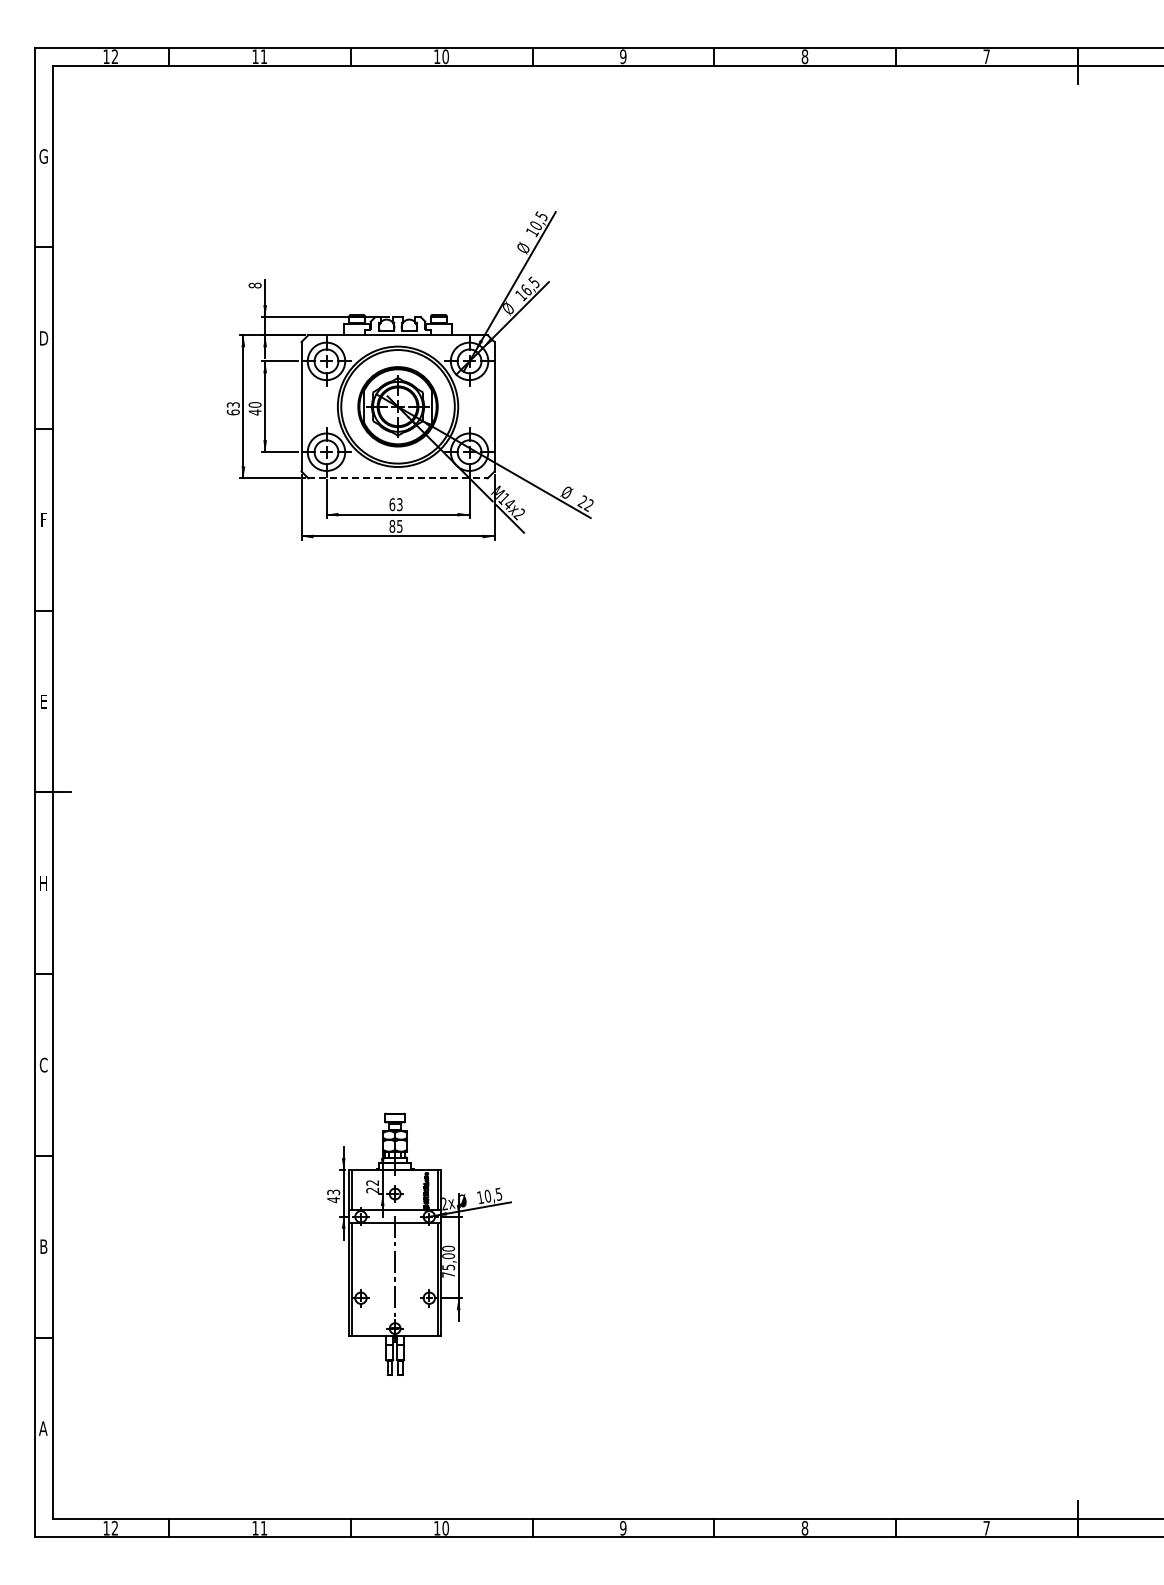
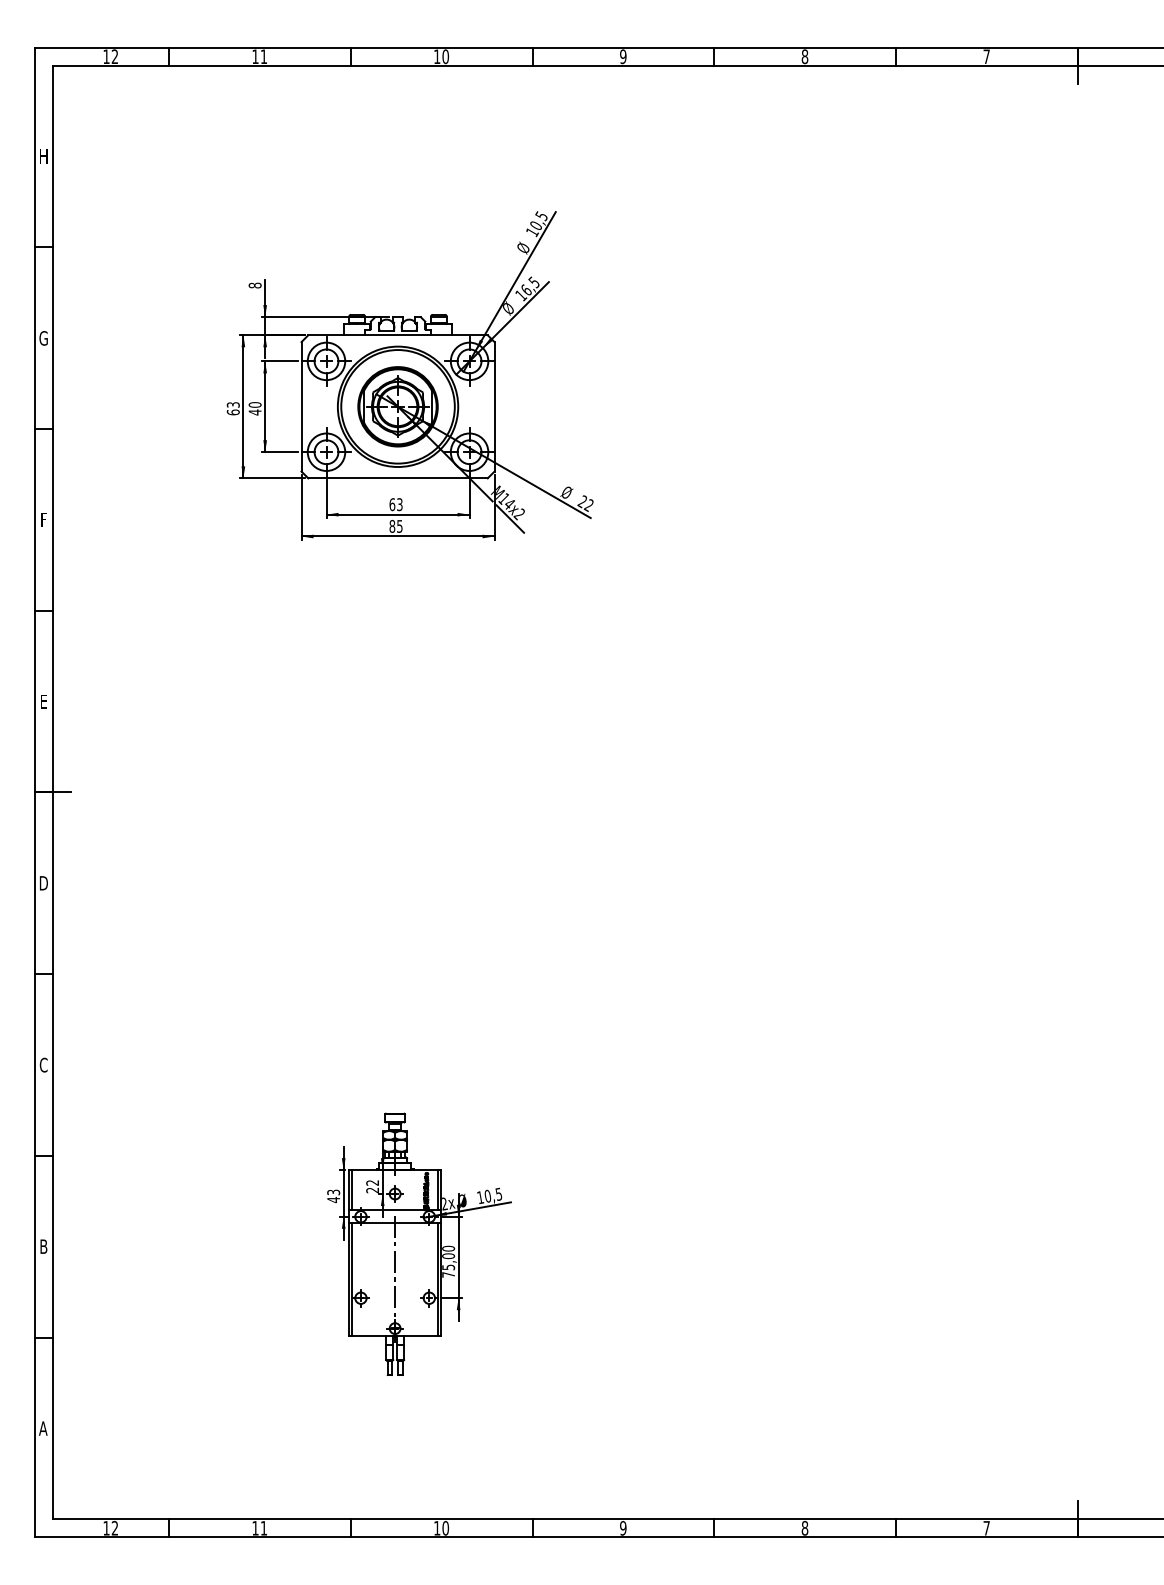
text at (43, 156): G -> H
text at (43, 338): D -> G
line at (398, 478): dashed -> solid
text at (43, 883): H -> D
